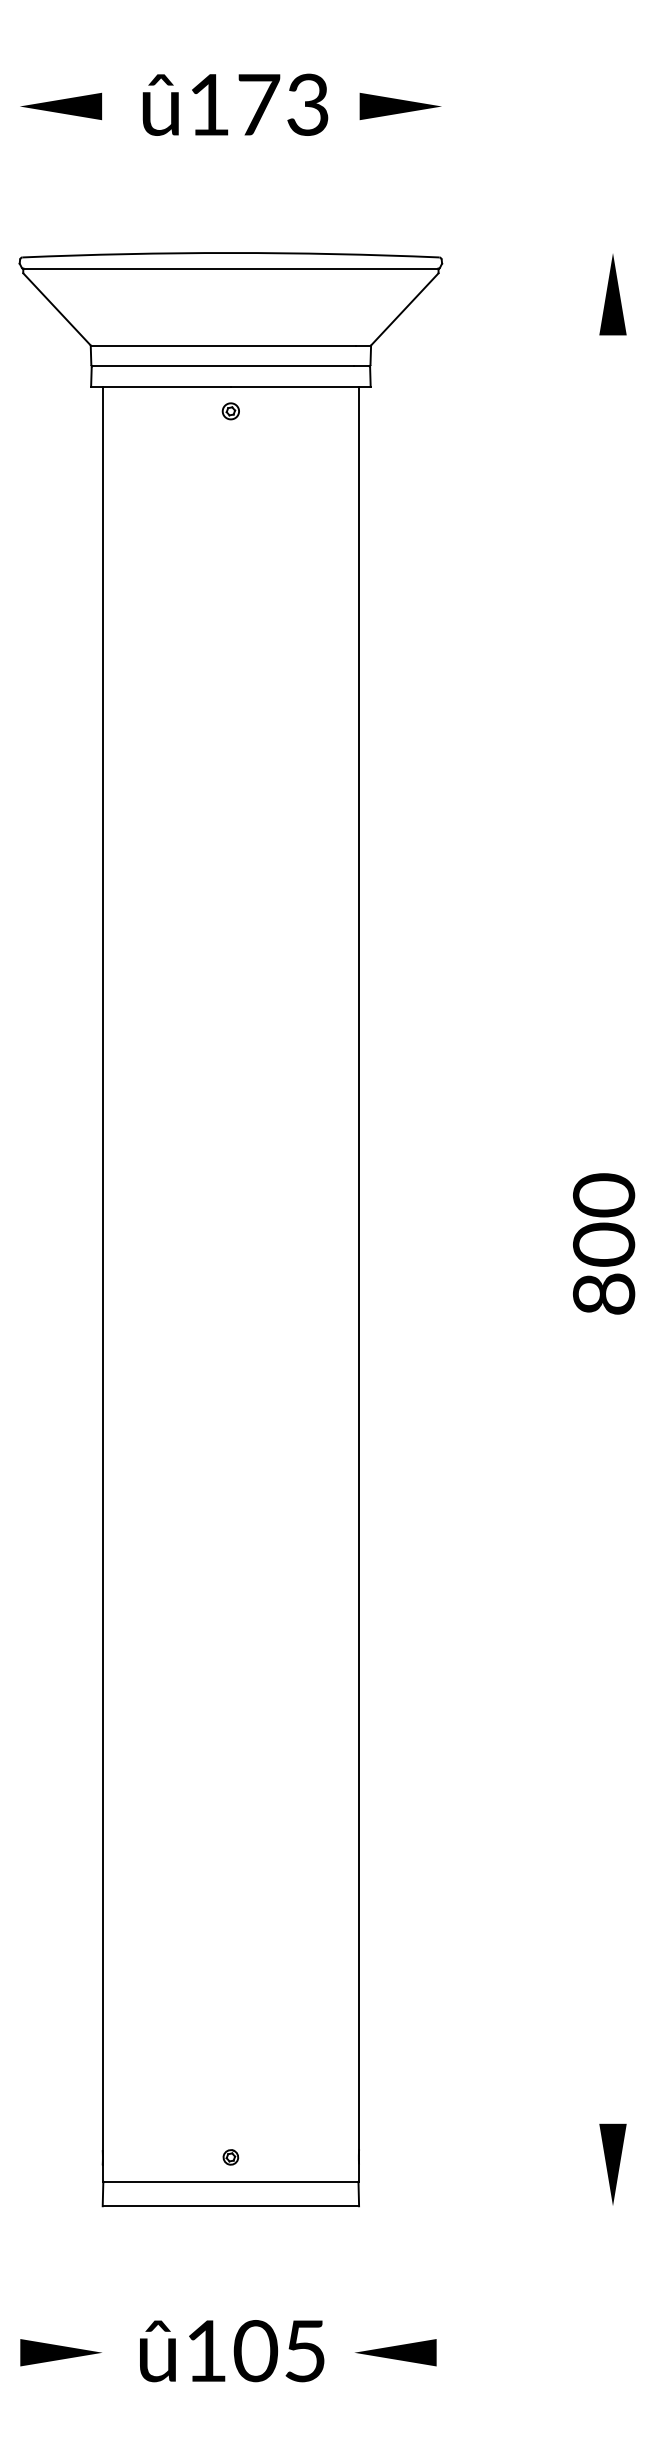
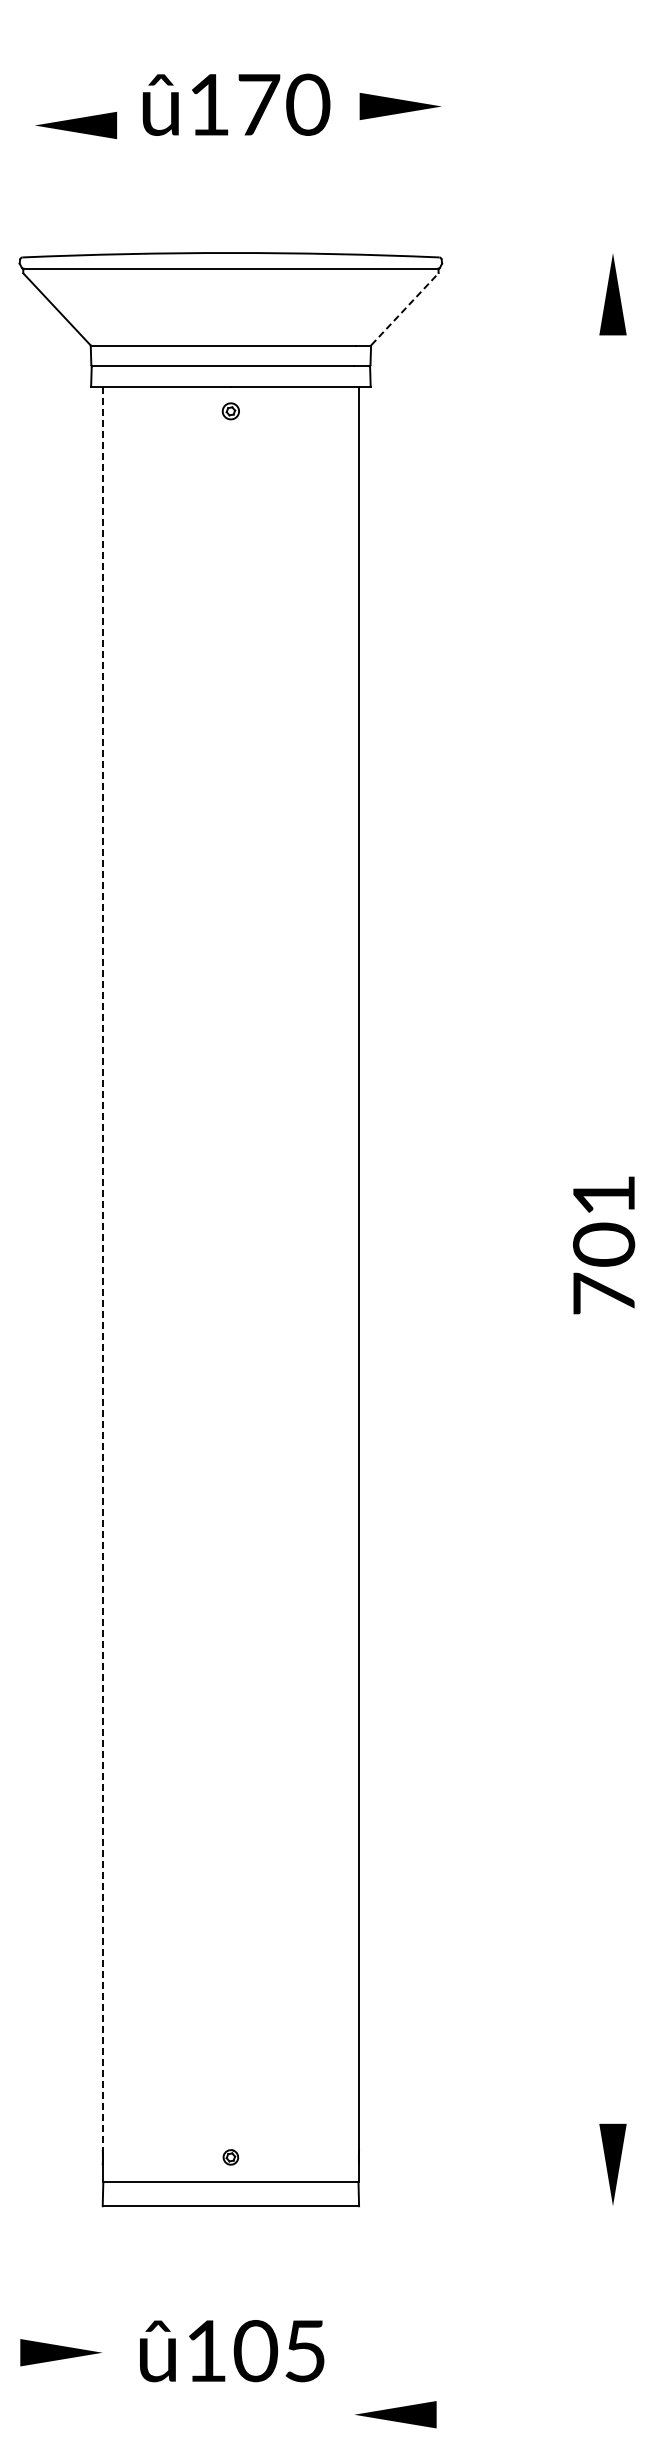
text at (308, 104): û173 -> û170
part at (60, 106) position: (60, 106) -> (75, 125)
line at (404, 309): solid -> dashed
text at (603, 1243): 800 -> 701
line at (102, 1275): solid -> dashed
part at (395, 2352) position: (395, 2352) -> (395, 2414)
